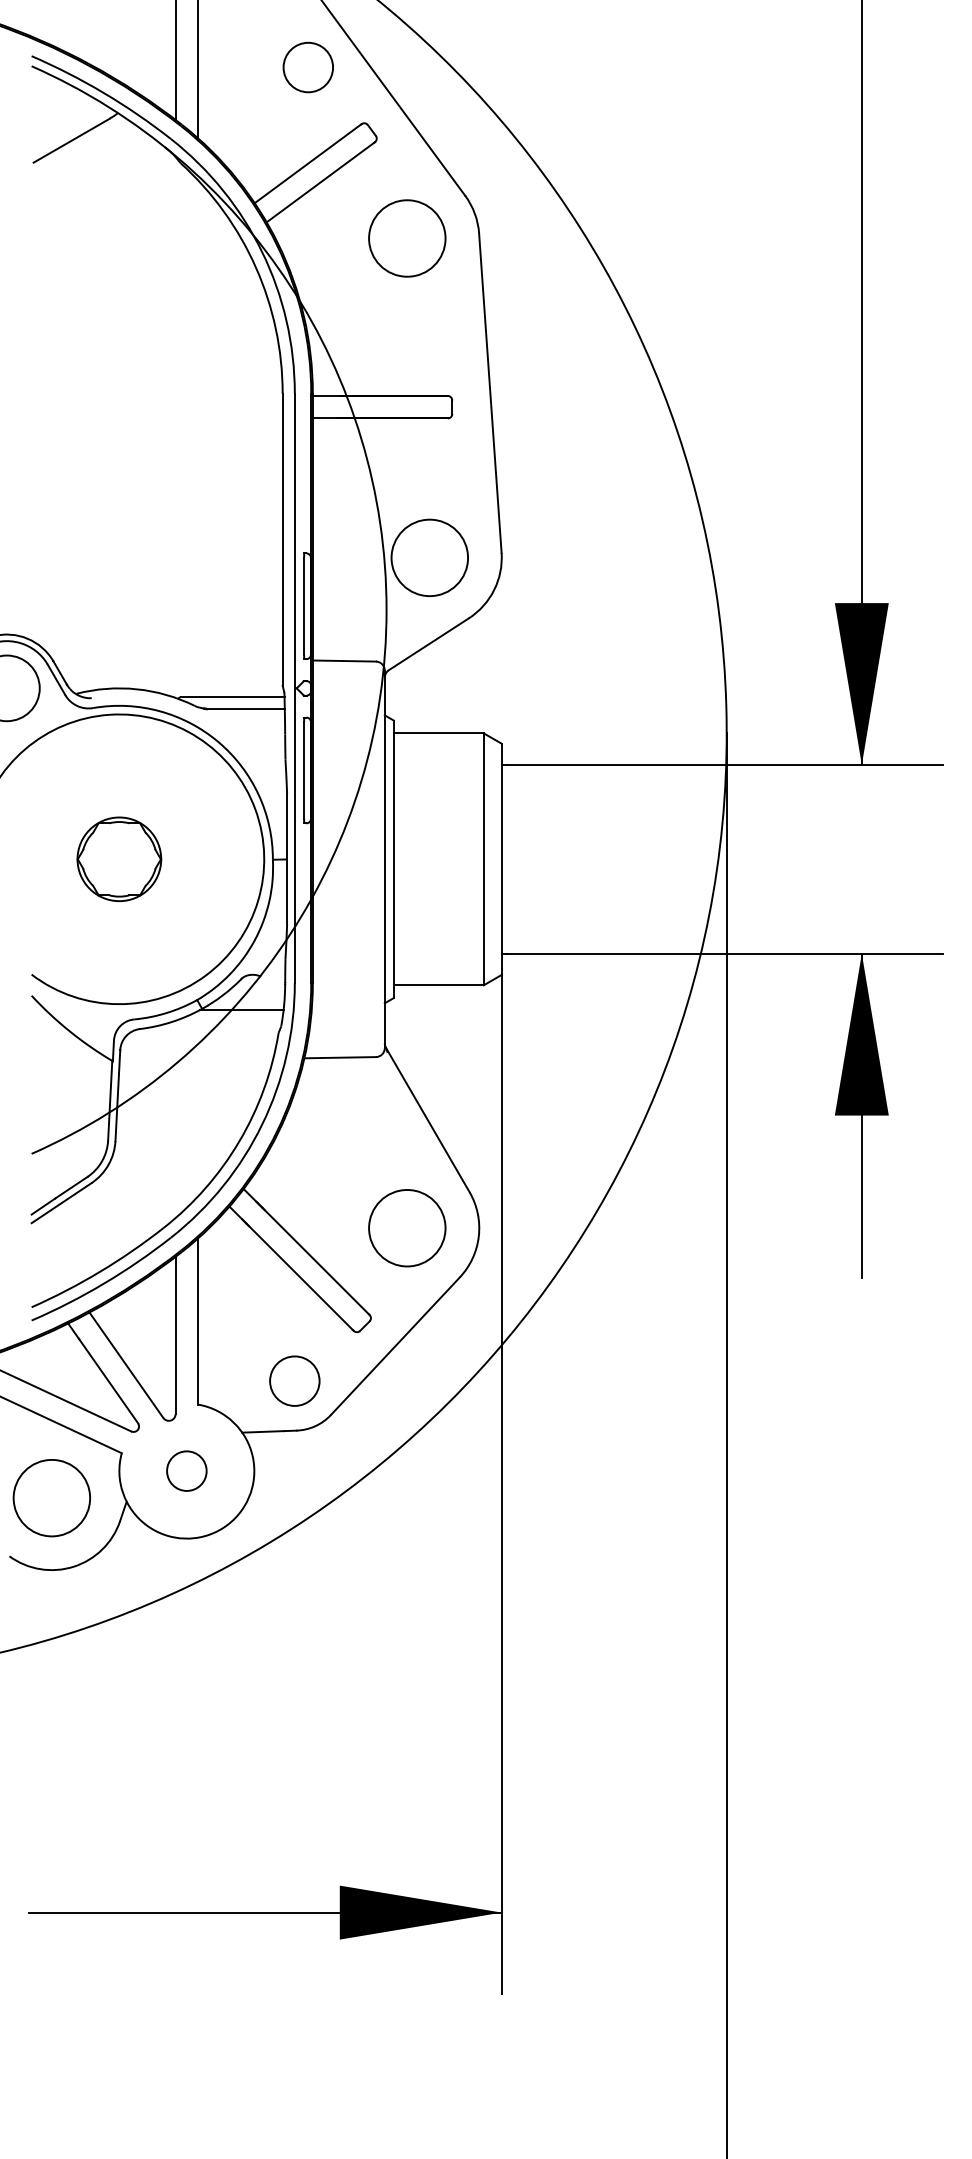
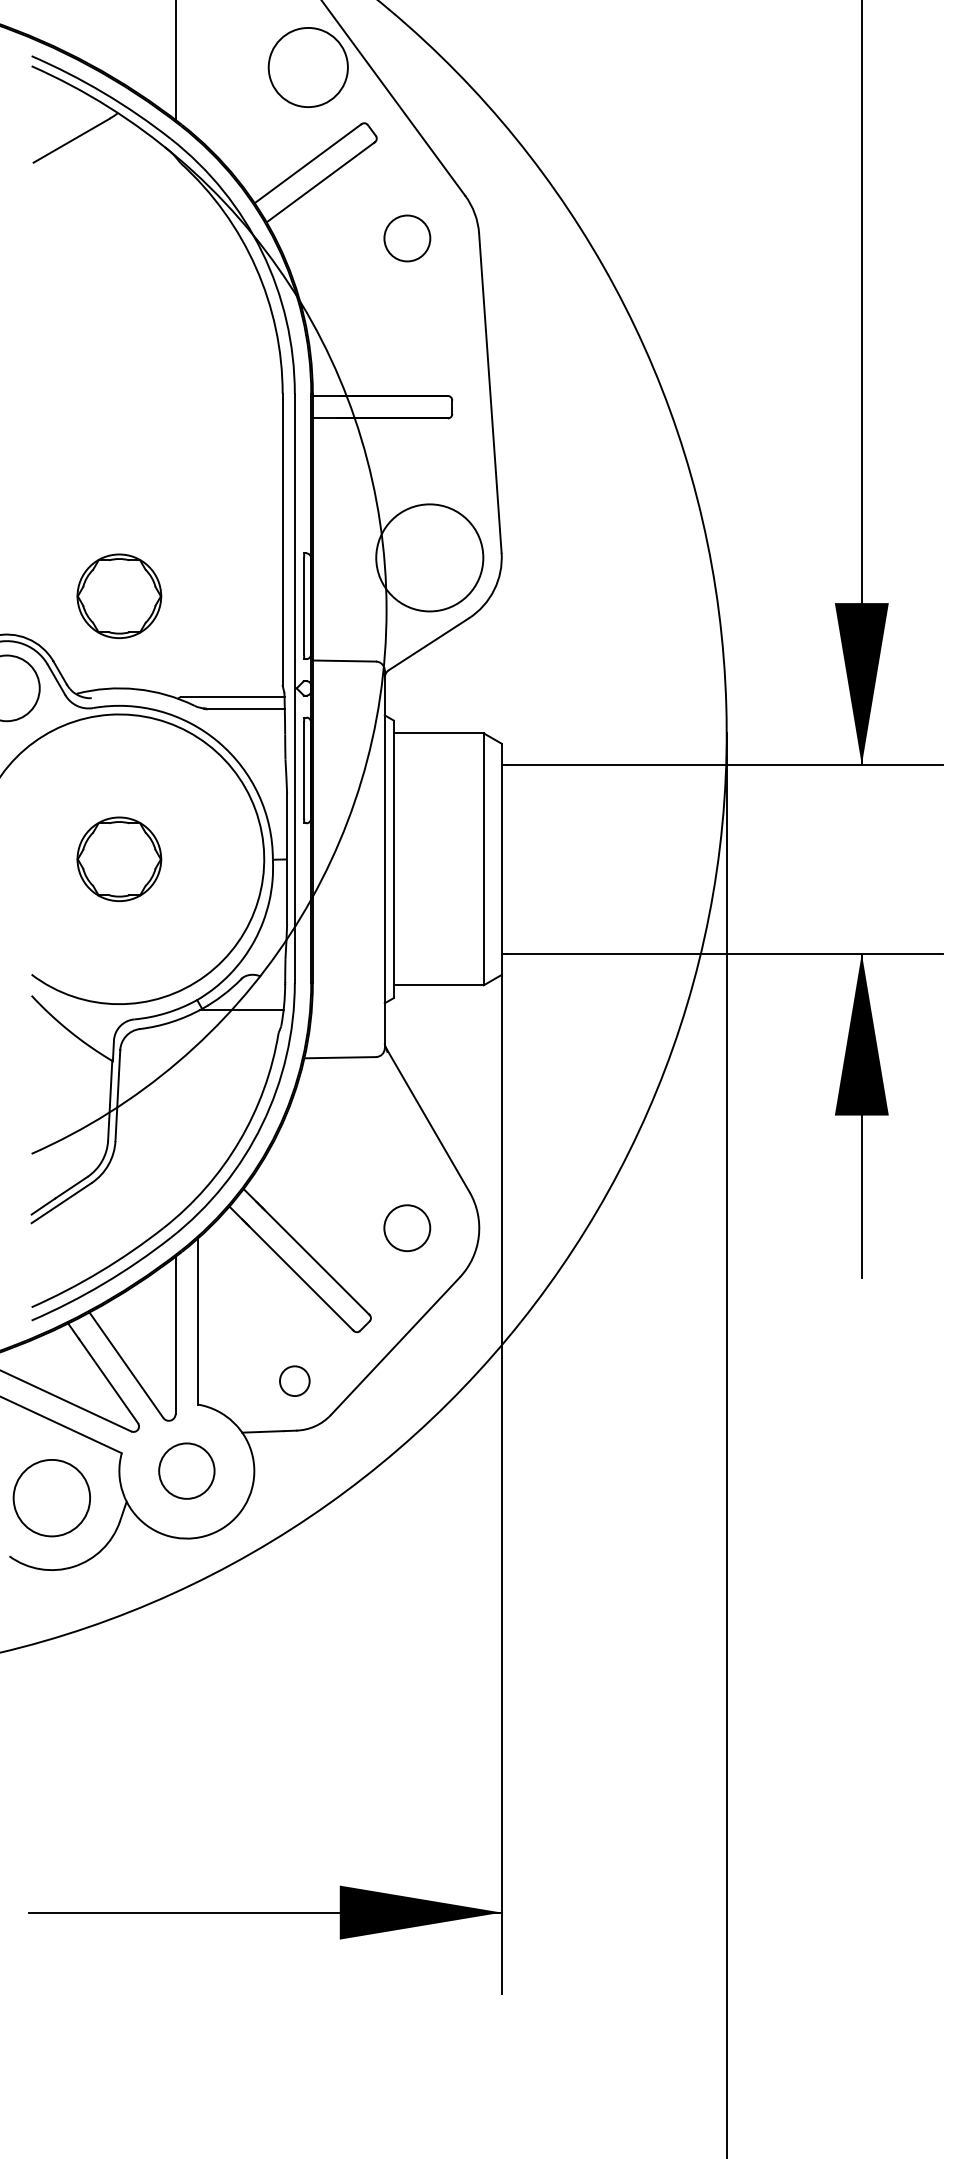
circle at (308, 67) diameter: 49 px -> 79 px
line at (198, 70): present -> none
circle at (407, 238) size: 79x79 px -> 49x49 px
circle at (429, 557) diameter: 76 px -> 107 px
part at (119, 596): none -> present
circle at (407, 1227) diameter: 76 px -> 46 px
circle at (294, 1380) diameter: 49 px -> 30 px
circle at (186, 1470) diameter: 40 px -> 55 px
